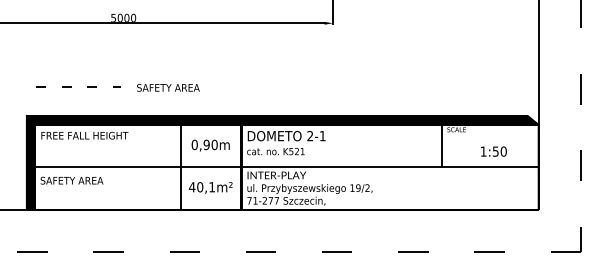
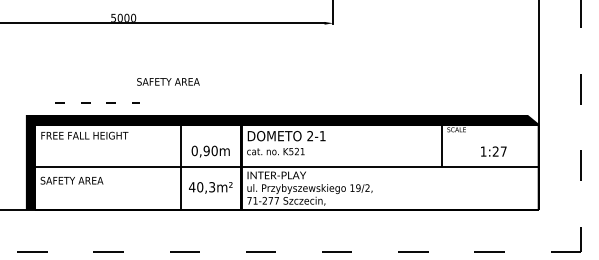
line at (71, 86) position: (71, 86) -> (90, 102)
text at (168, 87) position: (168, 87) -> (168, 81)
text at (210, 145) position: (210, 145) -> (210, 151)
text at (499, 151): 1:50 -> 1:27
text at (212, 187): 40,1m² -> 40,3m²
